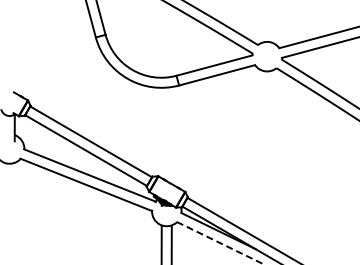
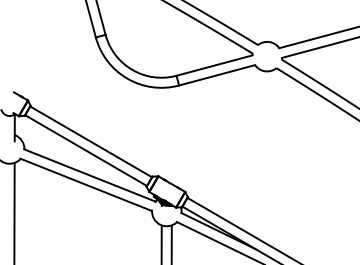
line at (14, 211): none -> present
line at (220, 243): dashed -> solid
